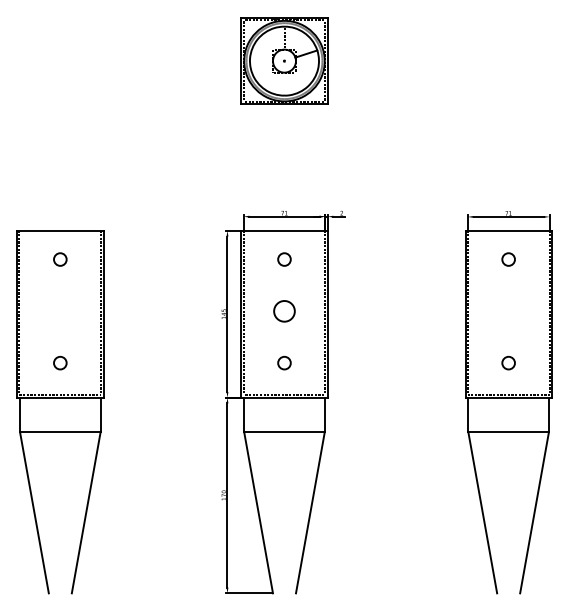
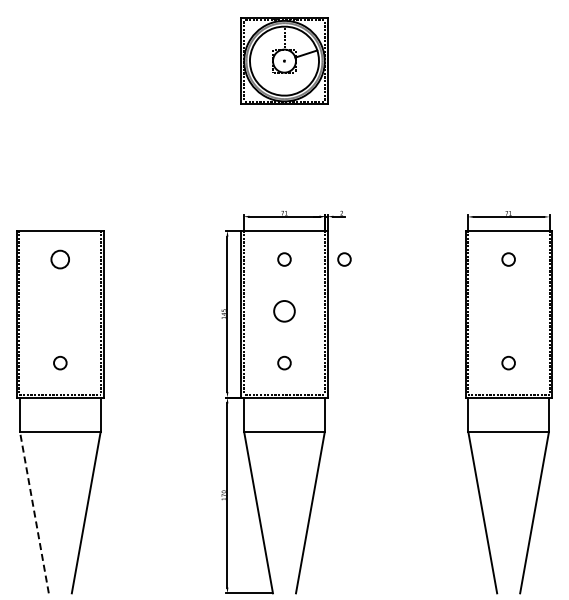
circle at (60, 259) size: 15x15 px -> 20x21 px
circle at (344, 259): none -> present
line at (34, 512): solid -> dashed
